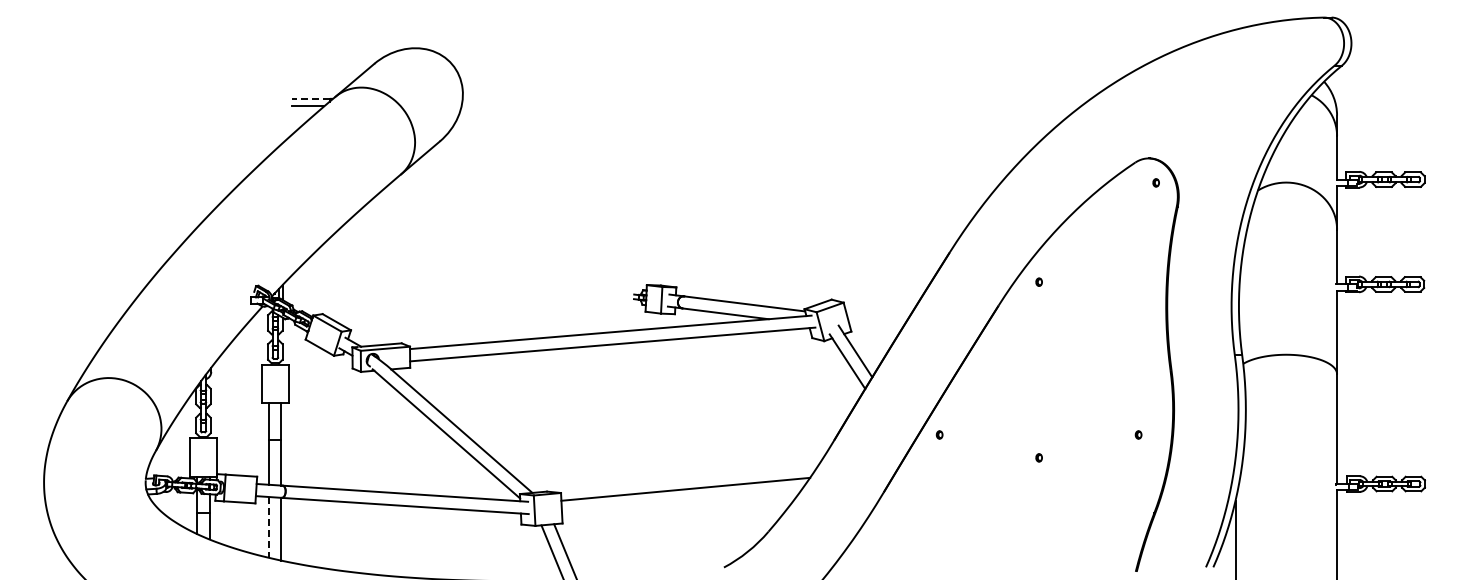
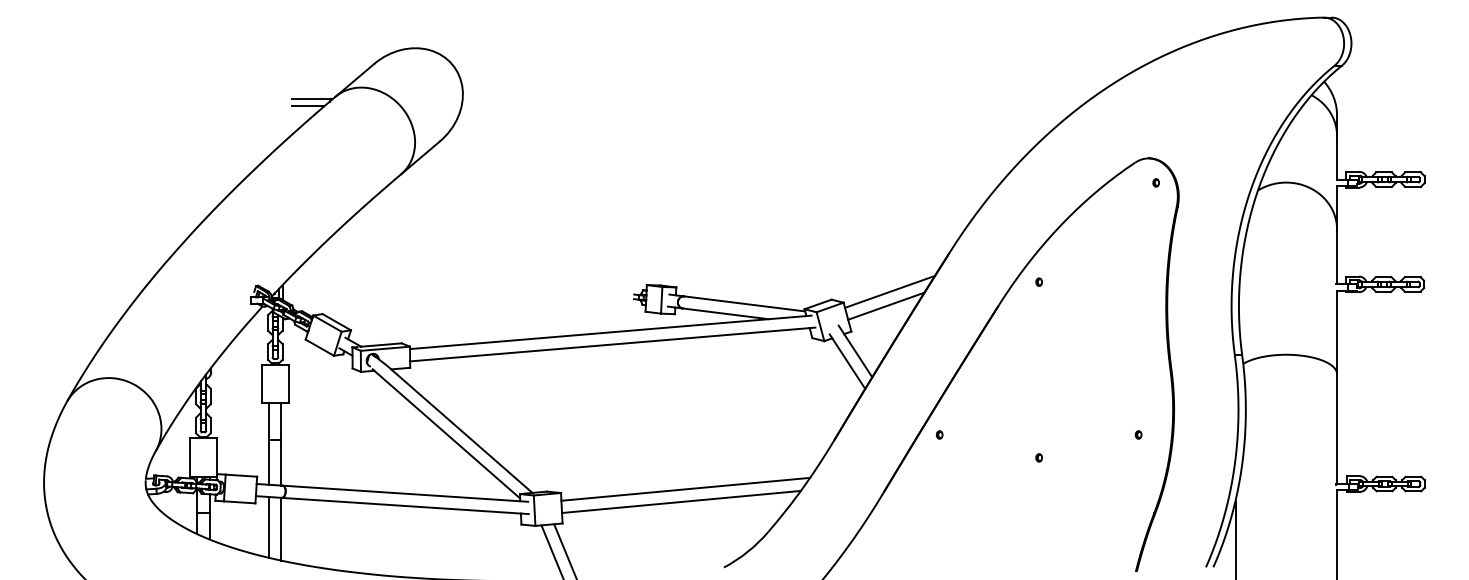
line at (311, 98): dashed -> solid
line at (890, 291): none -> present
line at (886, 305): none -> present
line at (681, 501): none -> present
line at (269, 527): dashed -> solid
